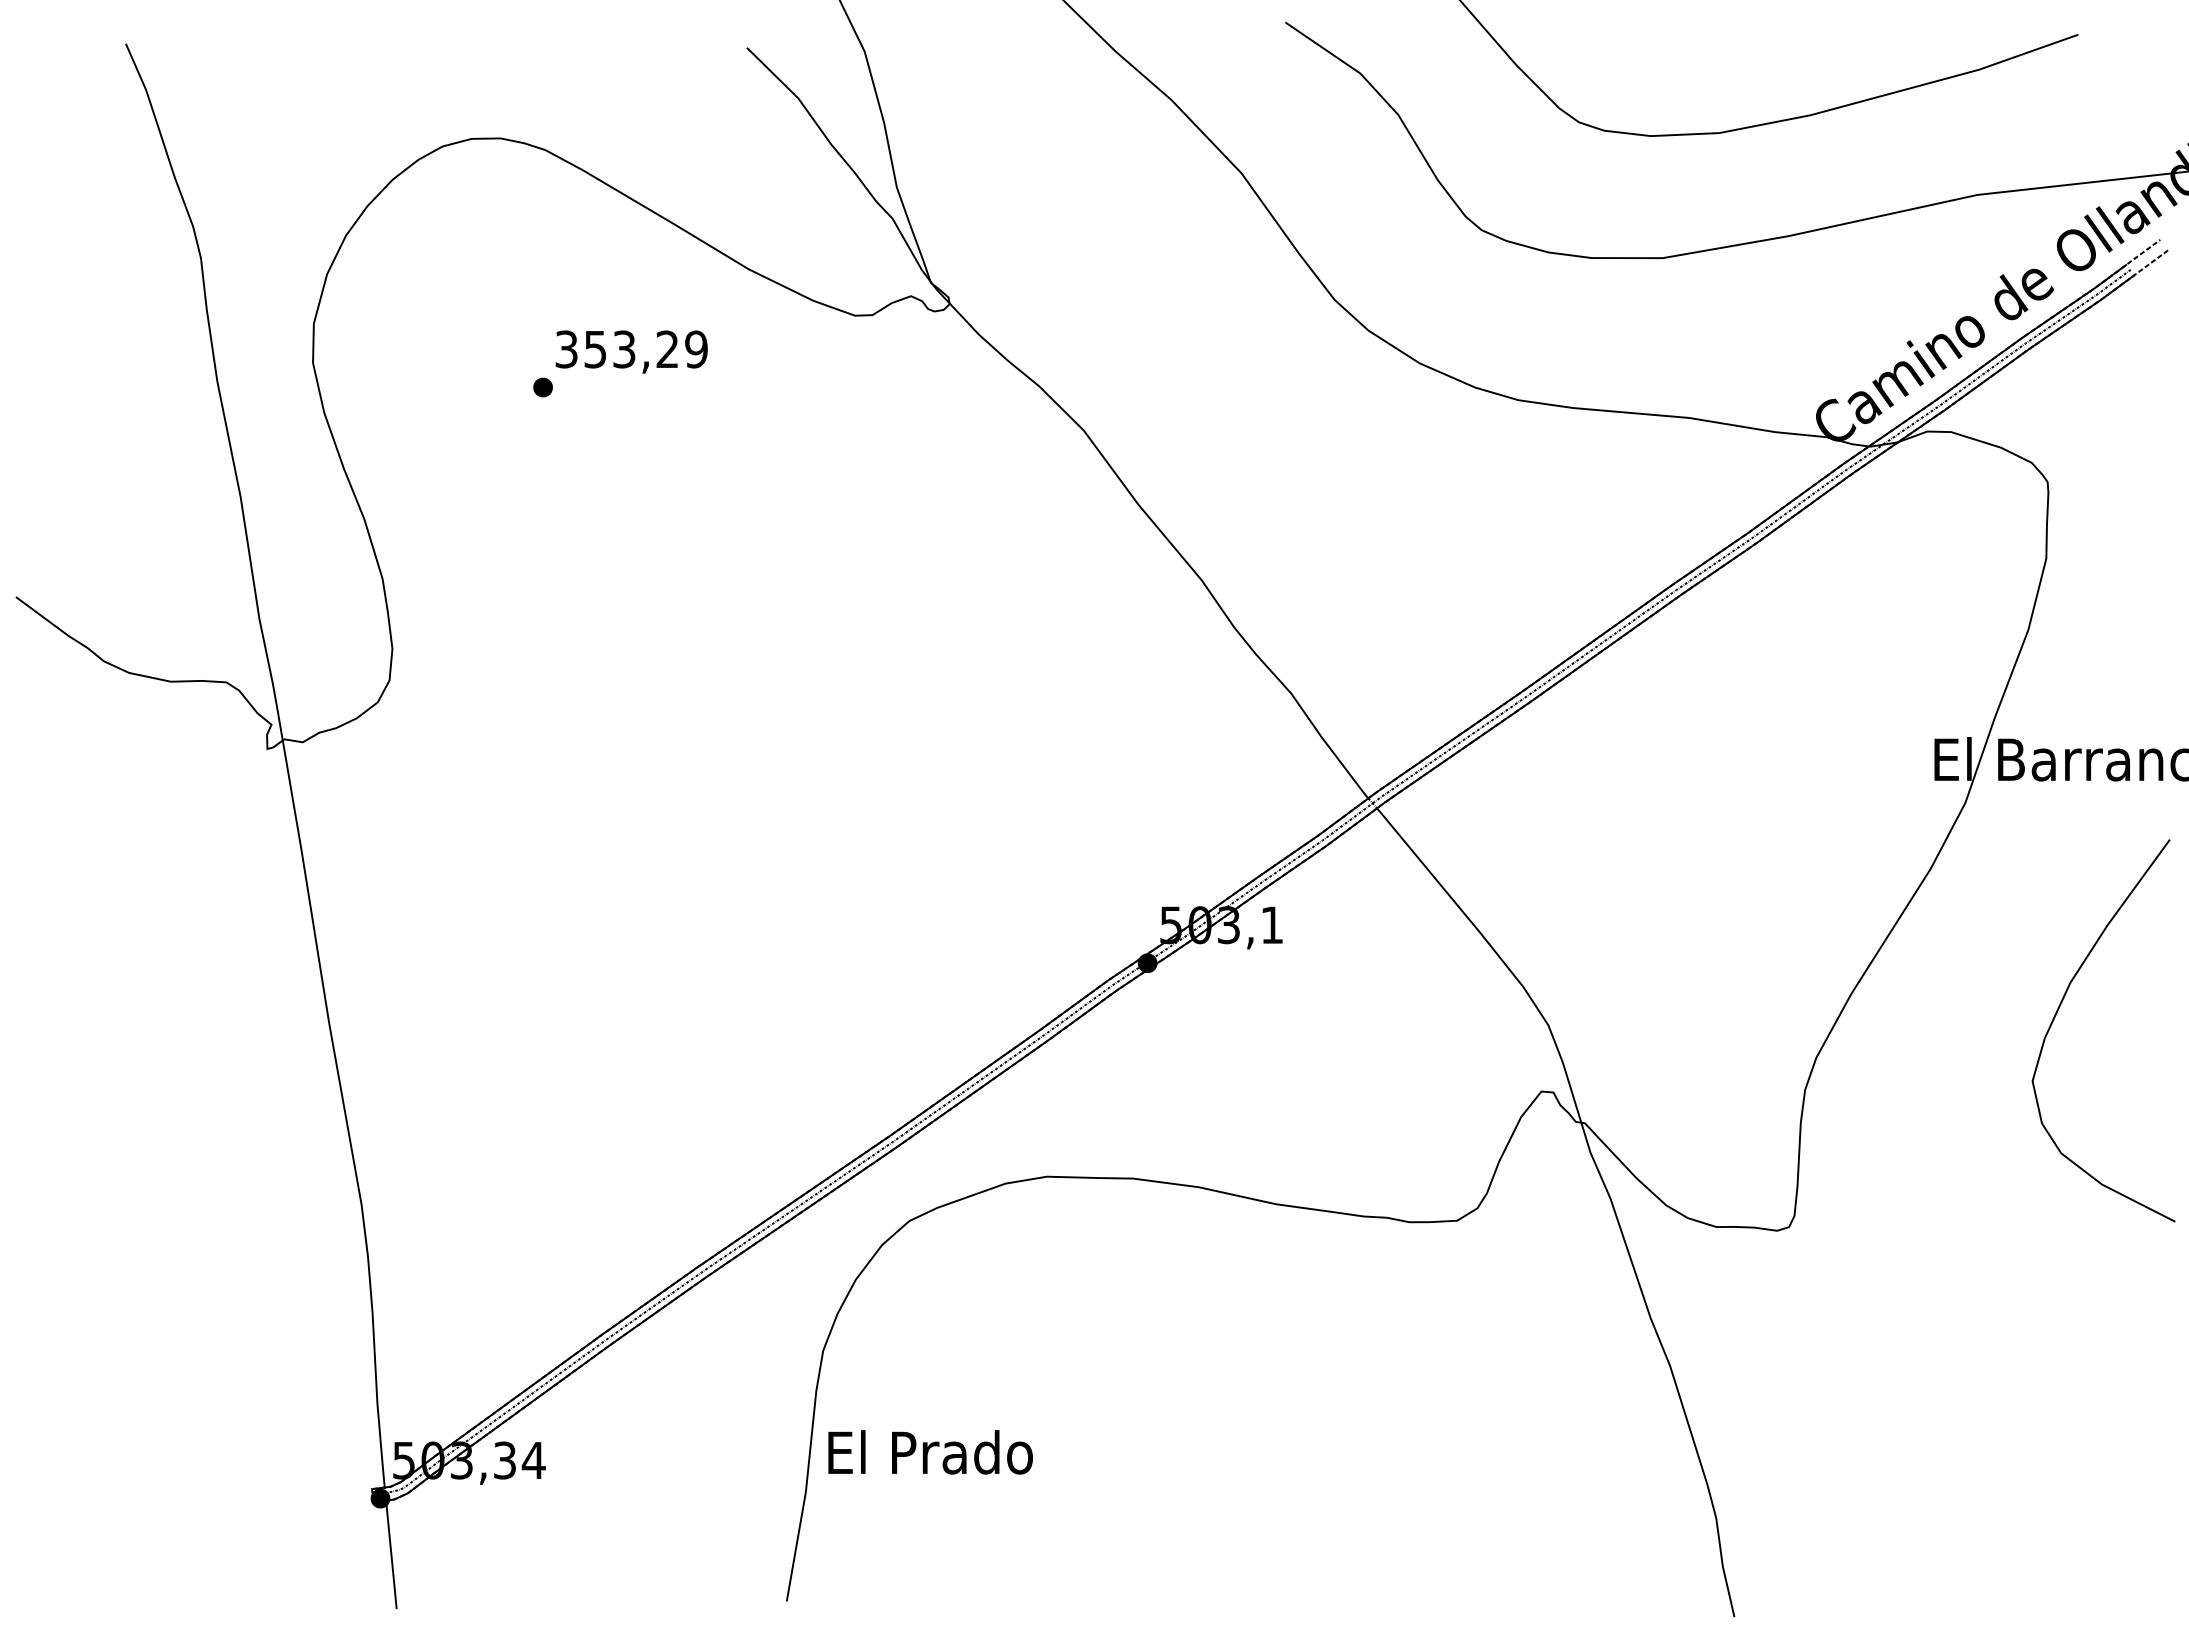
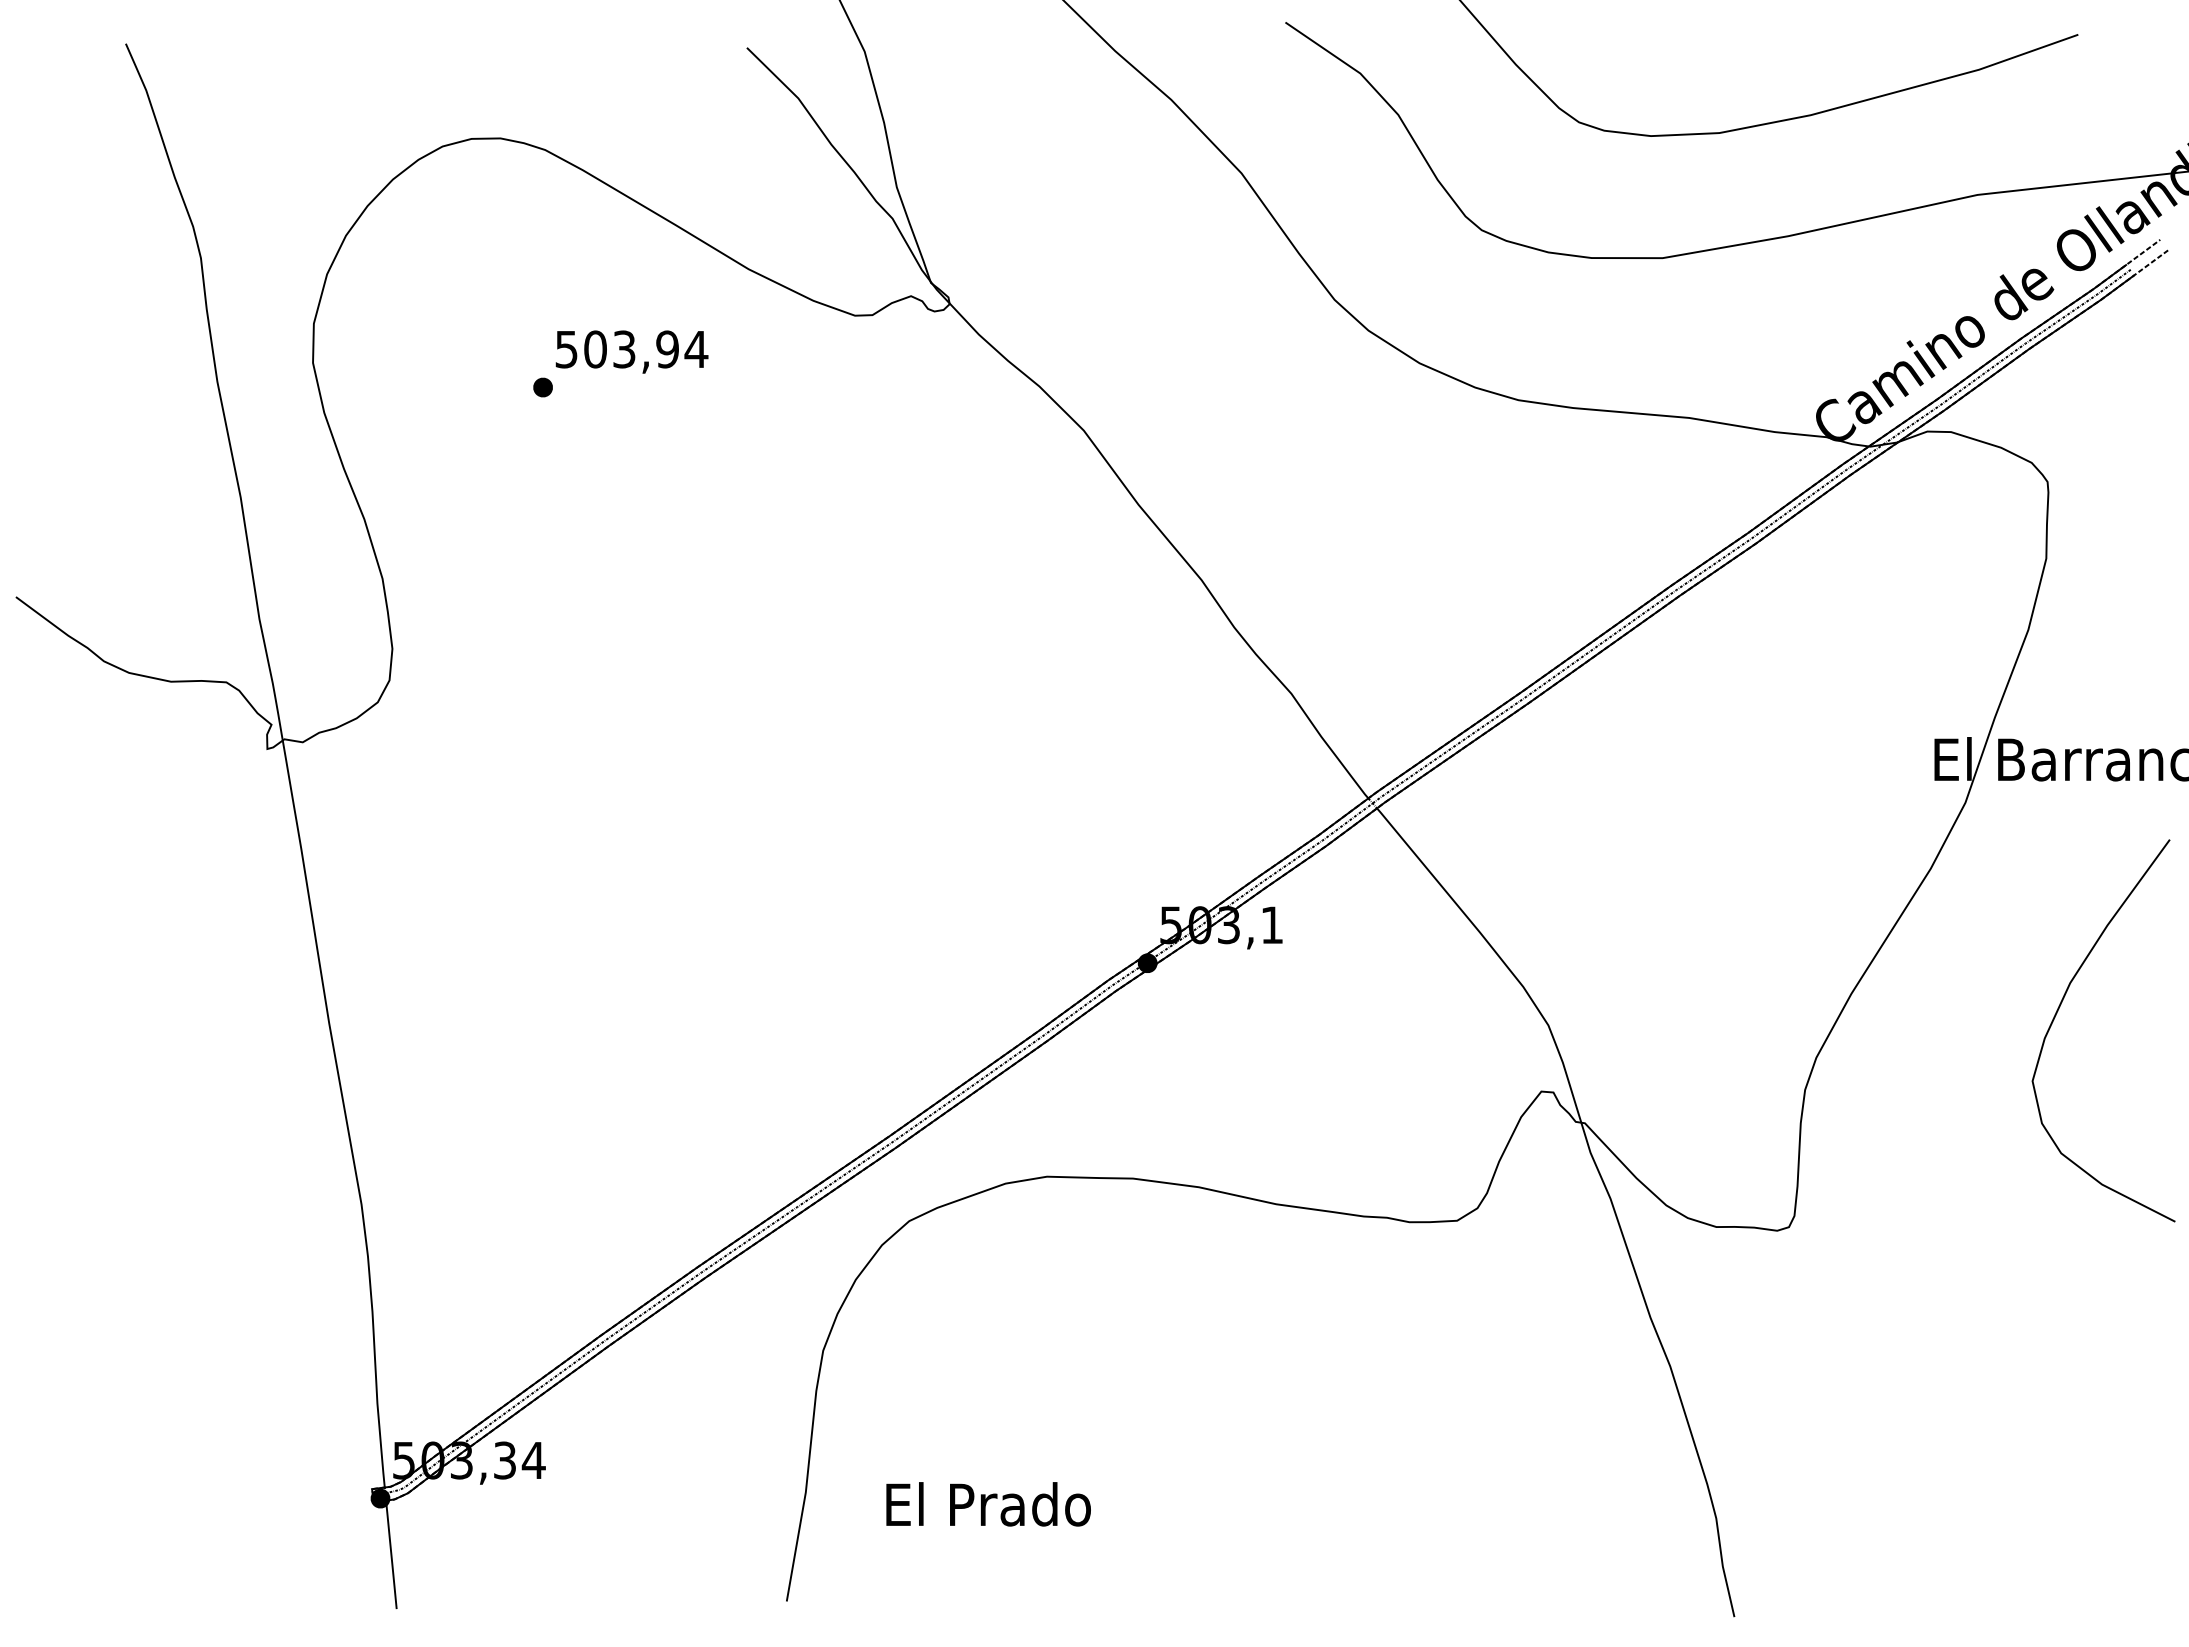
text at (632, 349): 353,29 -> 503,94
text at (930, 1452) position: (930, 1452) -> (988, 1504)
